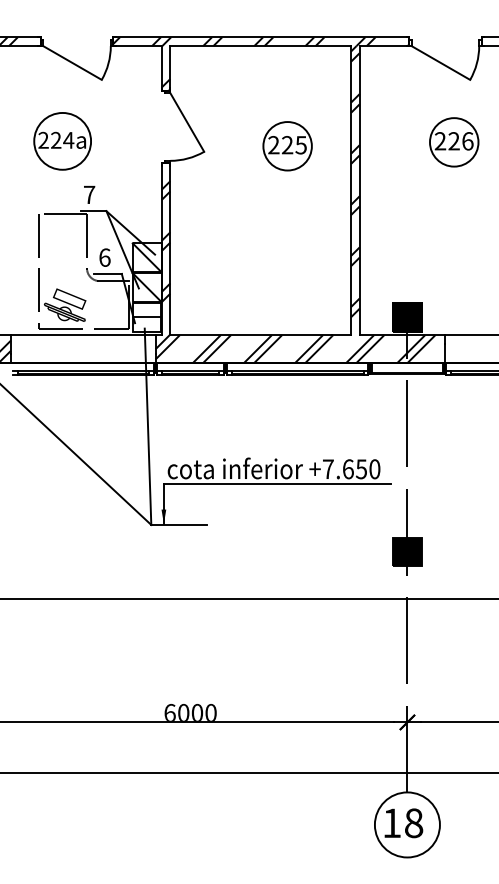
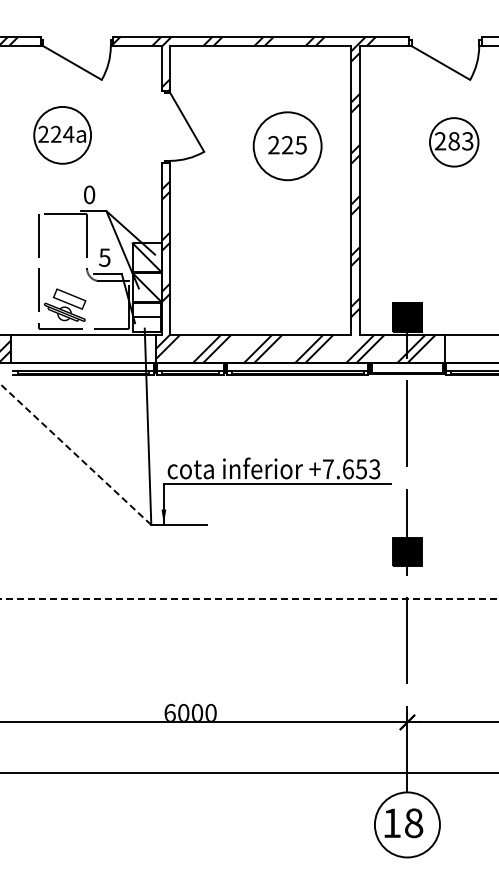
part at (62, 141) position: (62, 141) -> (62, 135)
text at (460, 141): 226 -> 283
circle at (287, 146) diameter: 48 px -> 68 px
text at (89, 194): 7 -> 0
text at (104, 257): 6 -> 5
line at (75, 454): solid -> dashed
text at (374, 469): +7.650 -> +7.653
line at (249, 598): solid -> dashed
